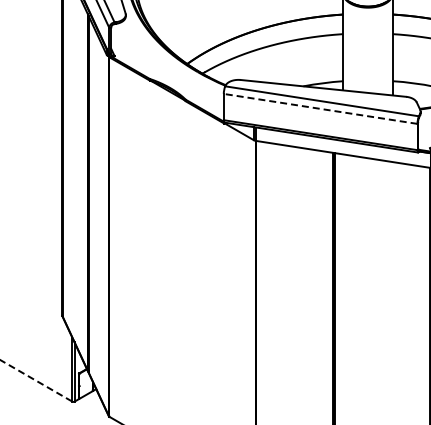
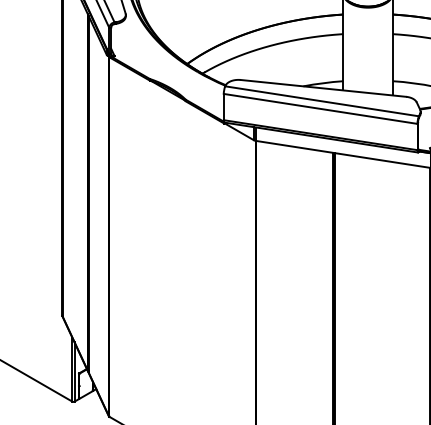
line at (320, 108): dashed -> solid
line at (36, 380): dashed -> solid
